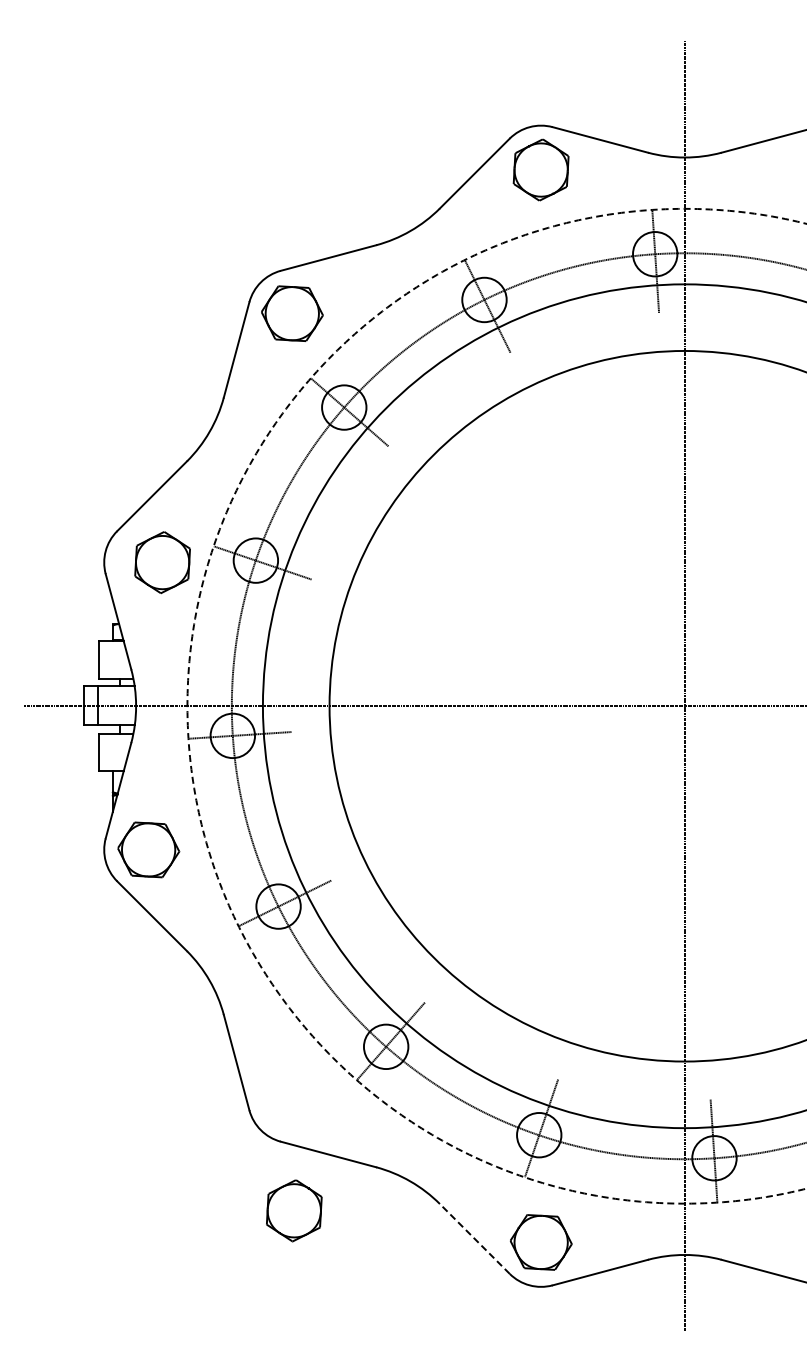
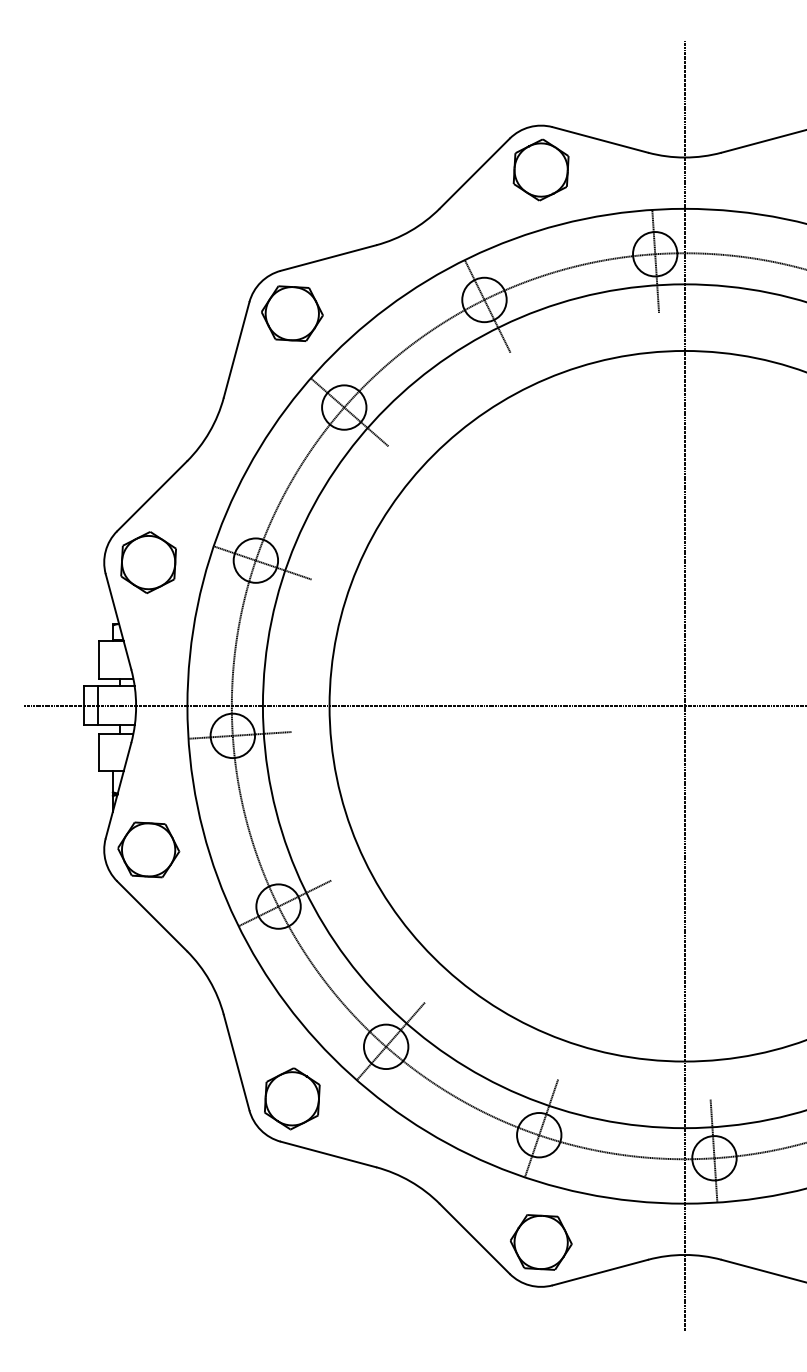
part at (162, 562) position: (162, 562) -> (148, 562)
circle at (496, 705): dashed -> solid
part at (294, 1210) position: (294, 1210) -> (292, 1098)
line at (474, 1238): dashed -> solid
